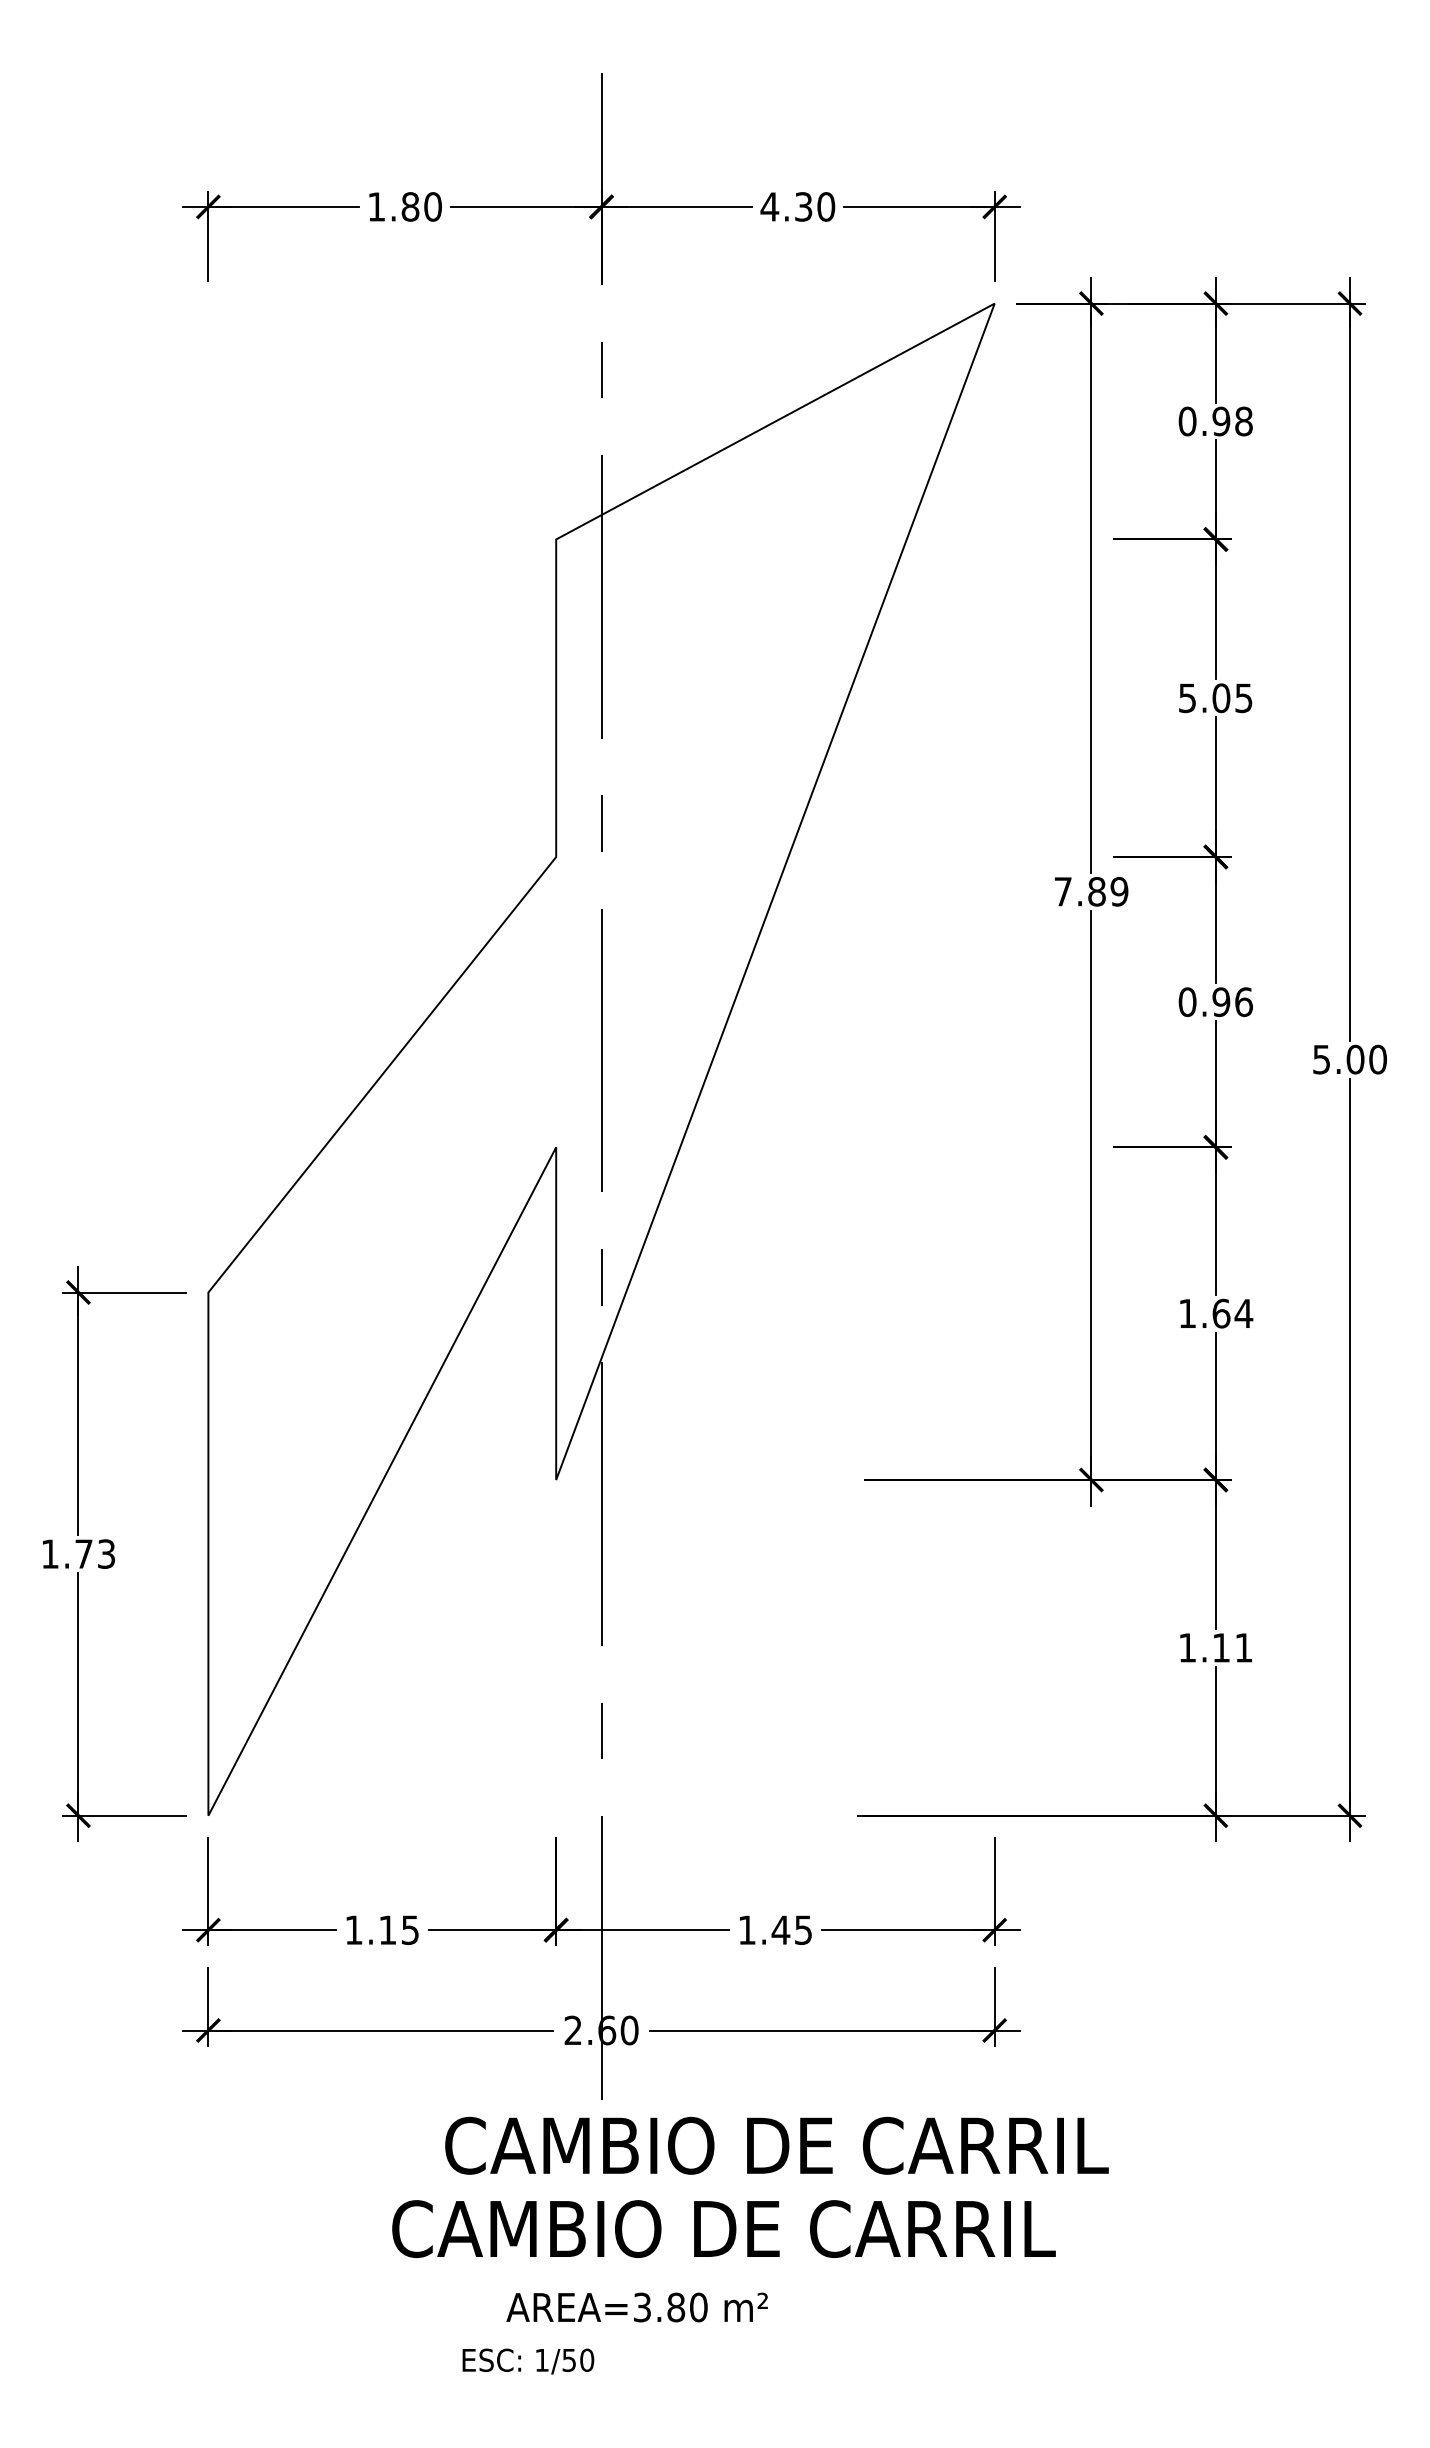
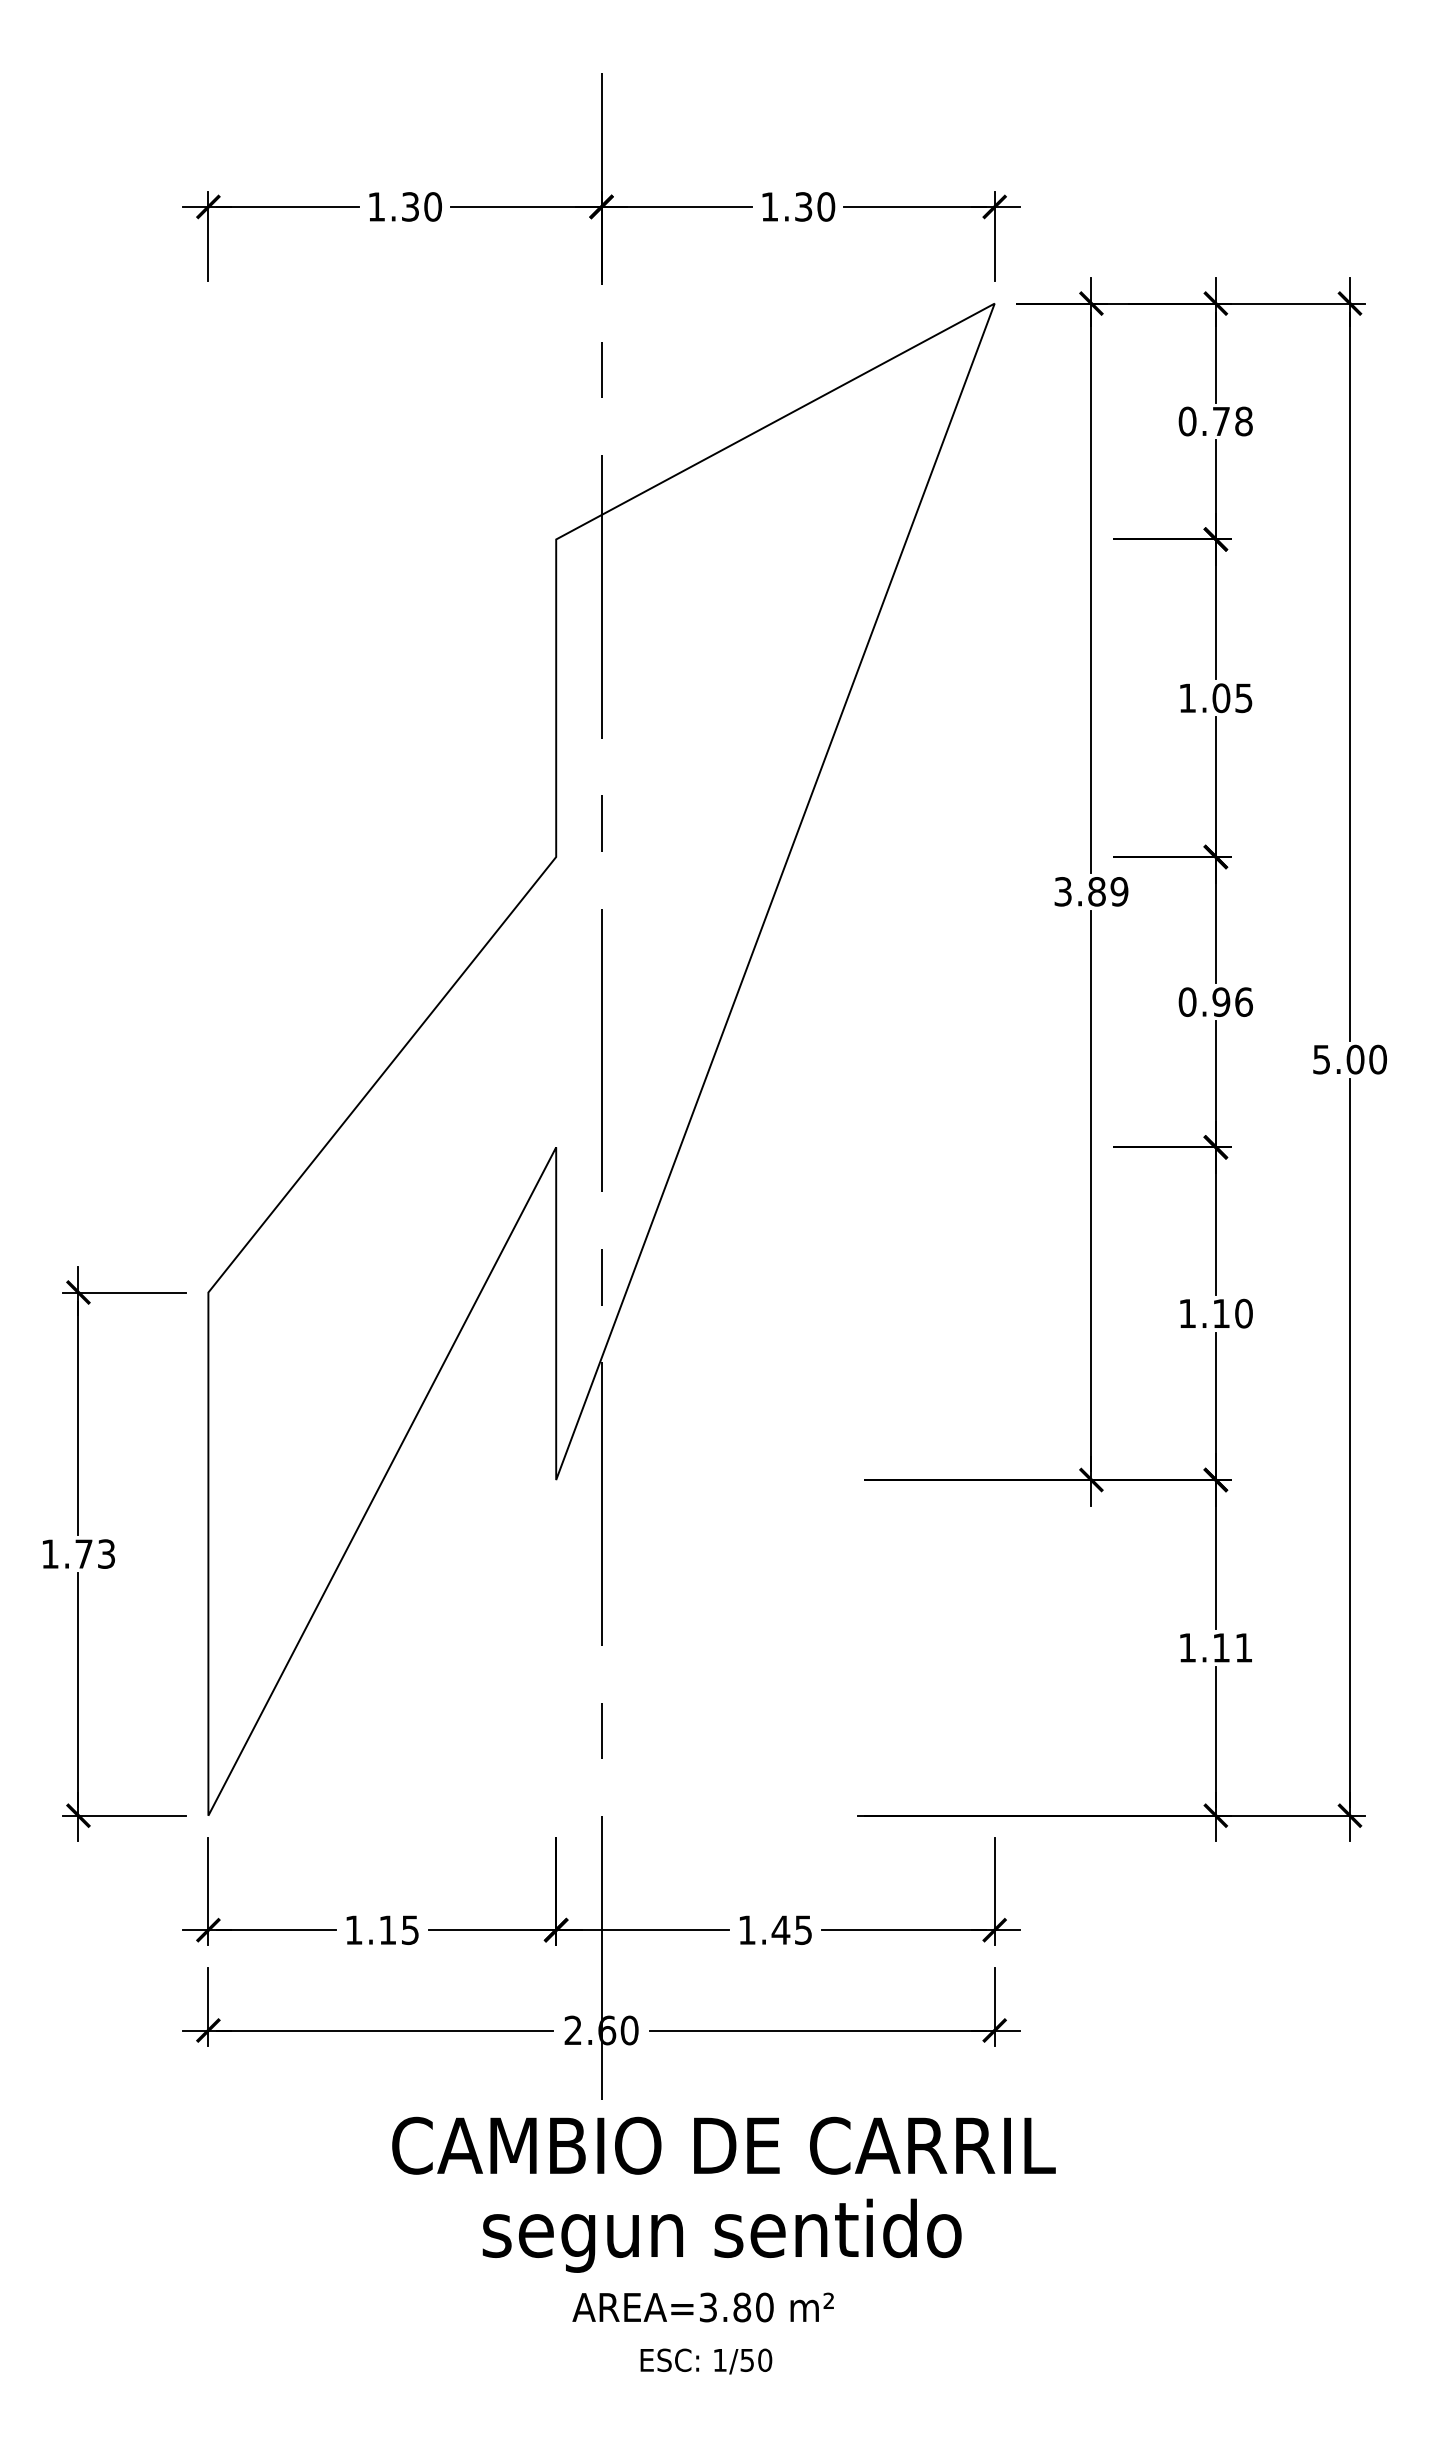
text at (410, 206): 1.80 -> 1.30
text at (769, 206): 4.30 -> 1.30
text at (1221, 421): 0.98 -> 0.78
text at (1187, 698): 5.05 -> 1.05
text at (1062, 891): 7.89 -> 3.89
text at (1232, 1313): 1.64 -> 1.10
text at (776, 2145) position: (776, 2145) -> (723, 2145)
text at (723, 2235): CAMBIO DE CARRIL -> segun sentido
text at (636, 2307) position: (636, 2307) -> (702, 2307)
text at (528, 2361) position: (528, 2361) -> (706, 2361)
